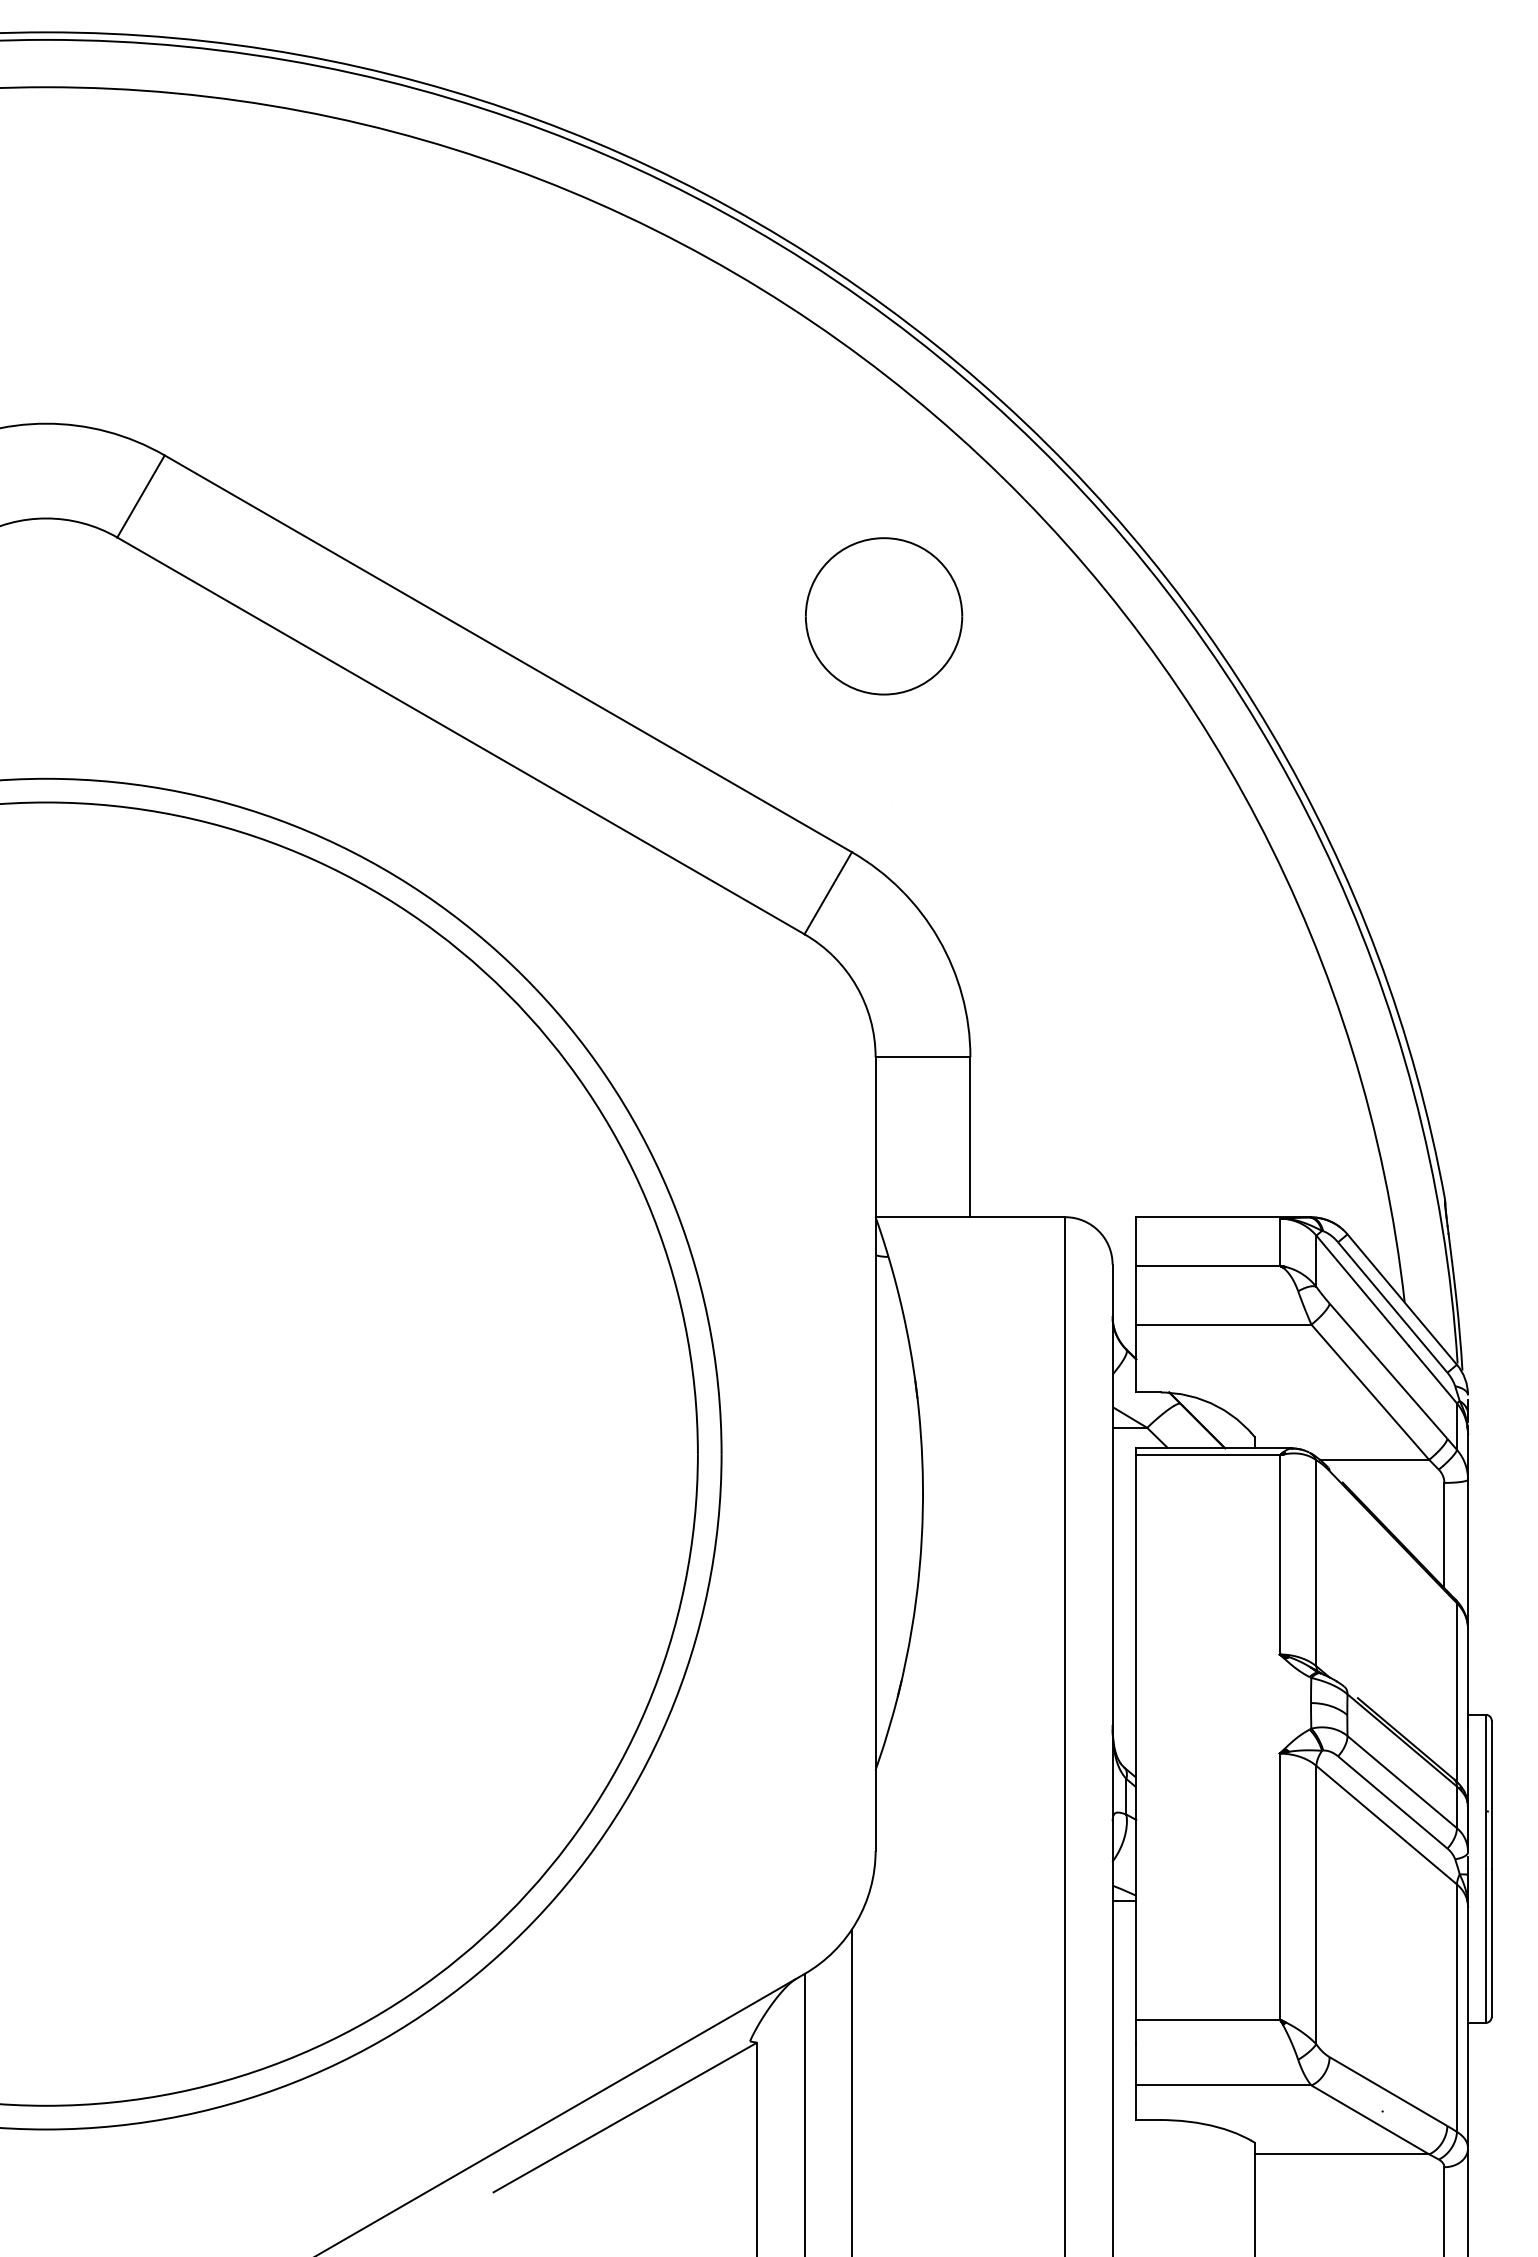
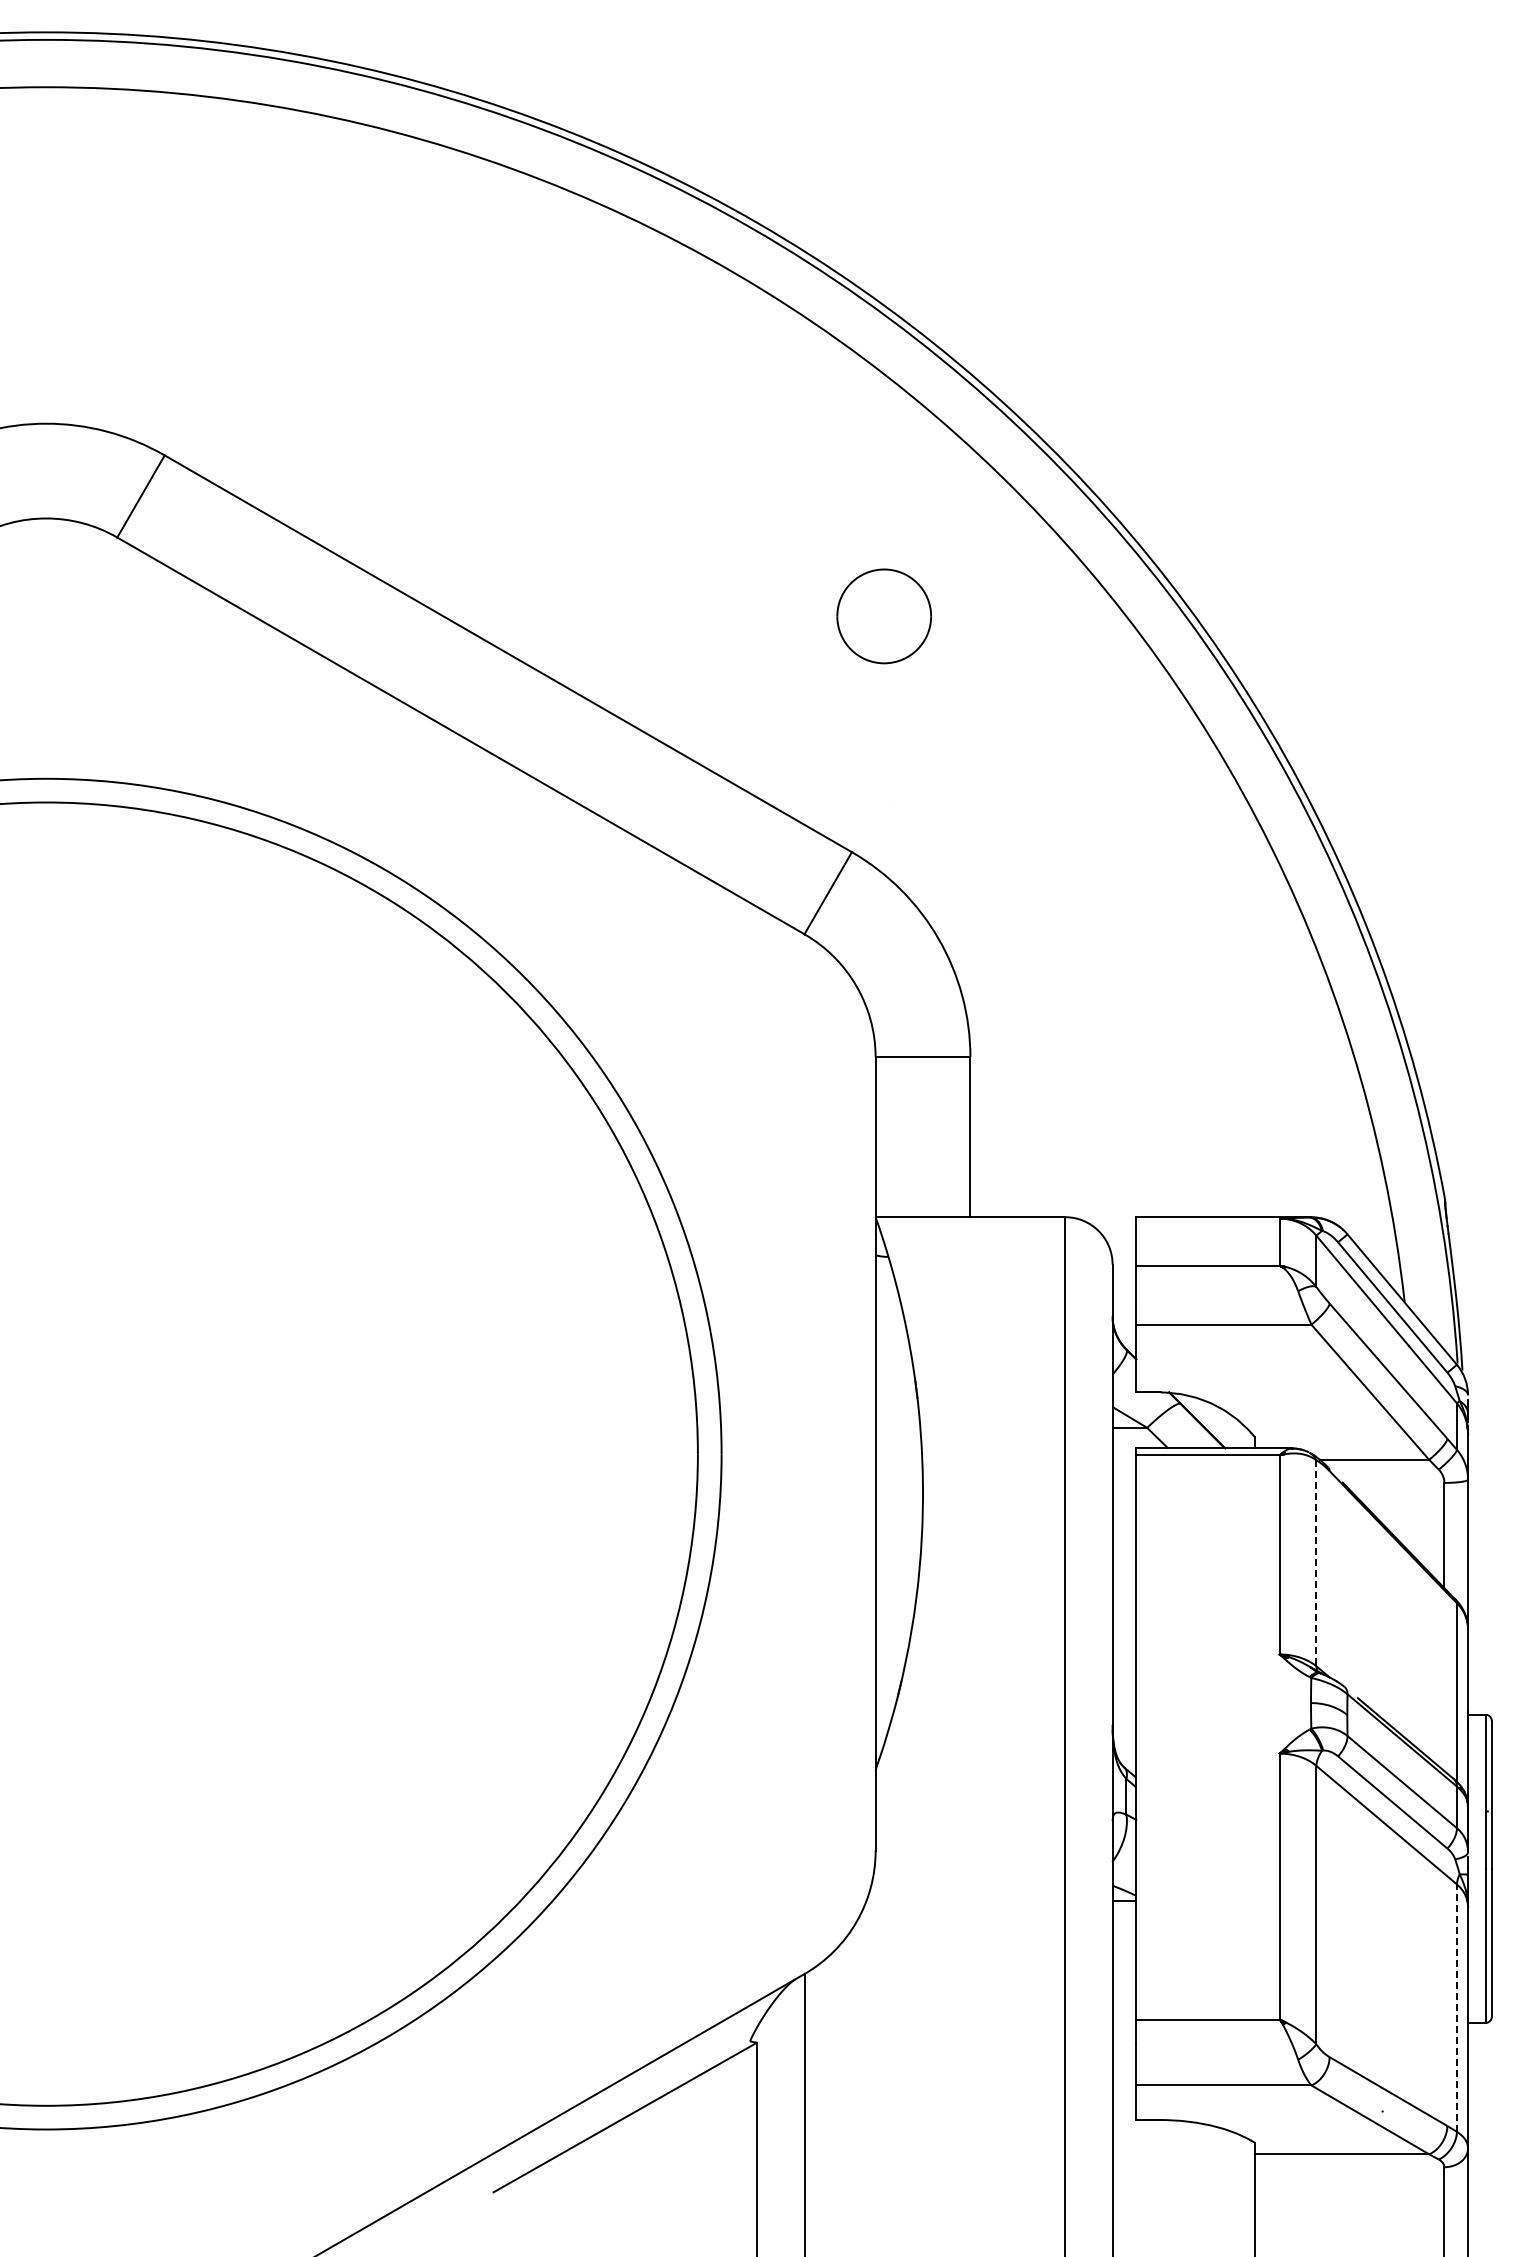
part at (884, 616) size: 159x159 px -> 96x97 px
line at (1316, 1563): solid -> dashed
line at (1456, 2008): solid -> dashed
line at (851, 2091): present -> none
